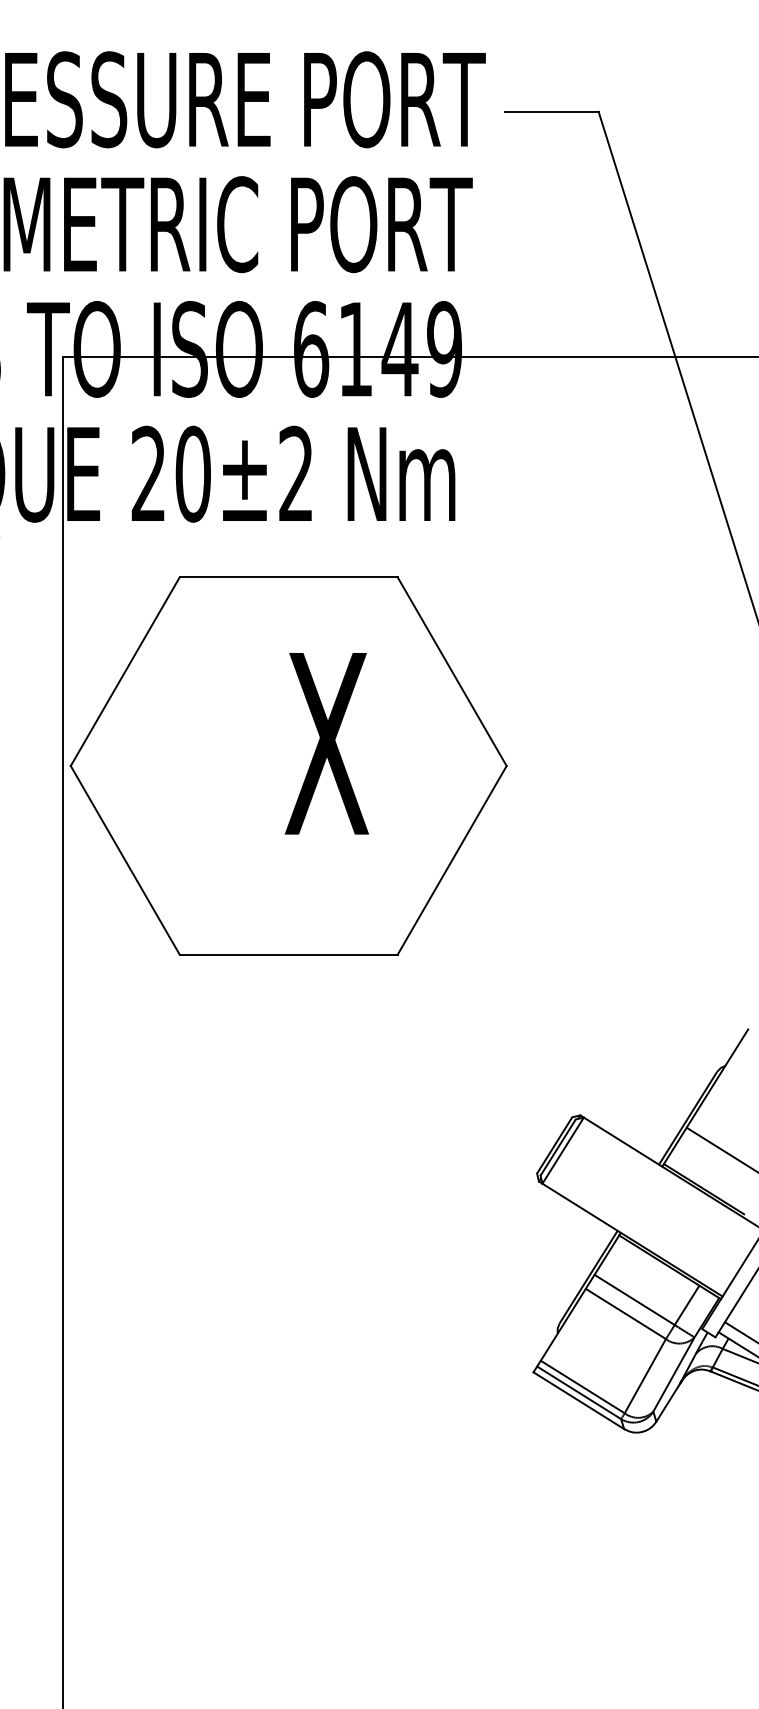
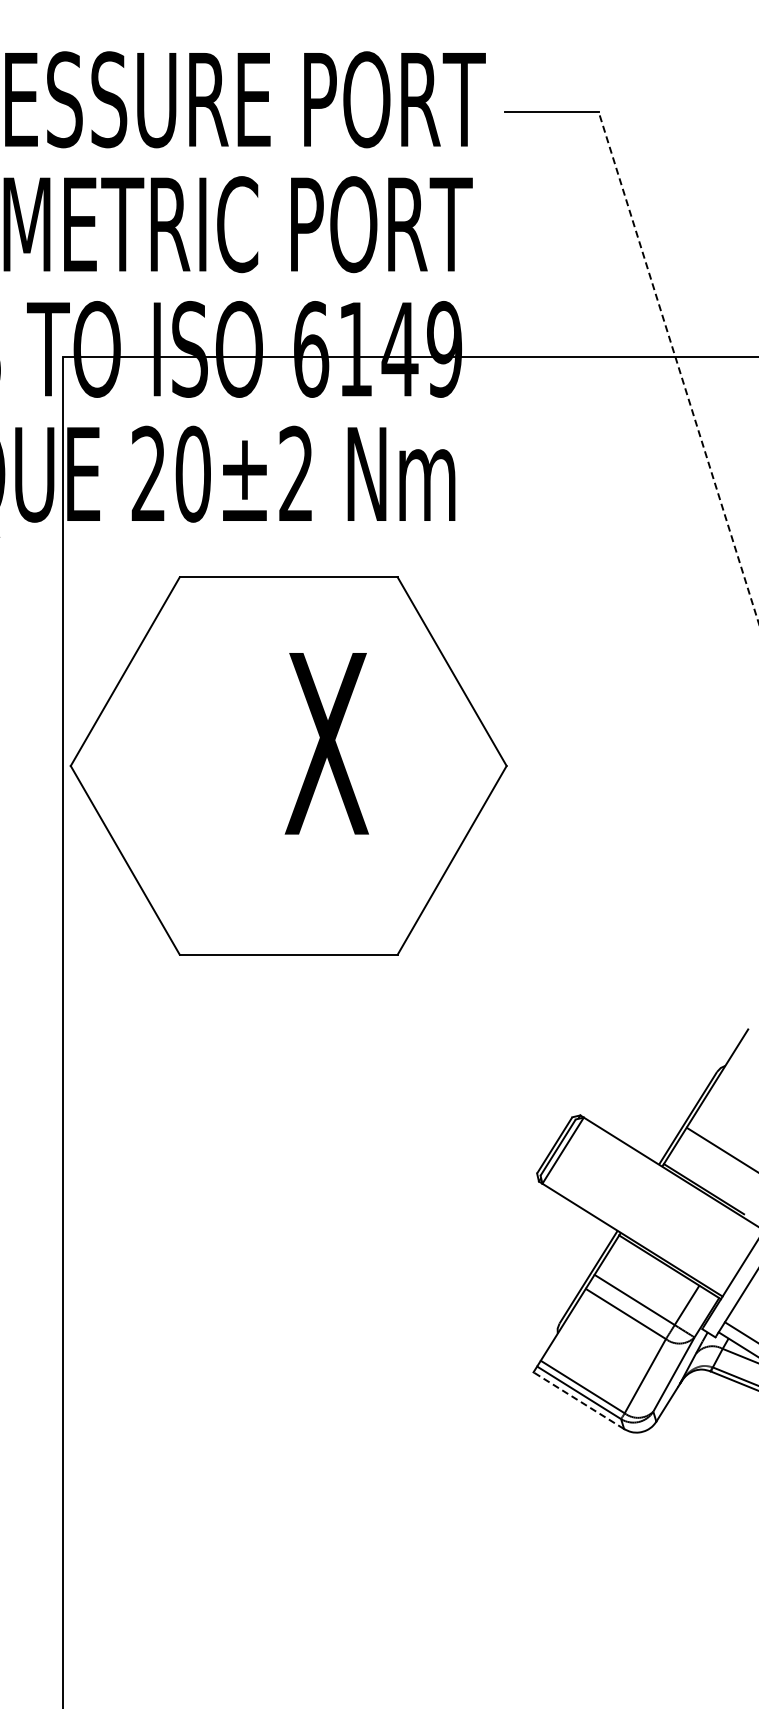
line at (678, 367): solid -> dashed
line at (578, 1400): solid -> dashed
